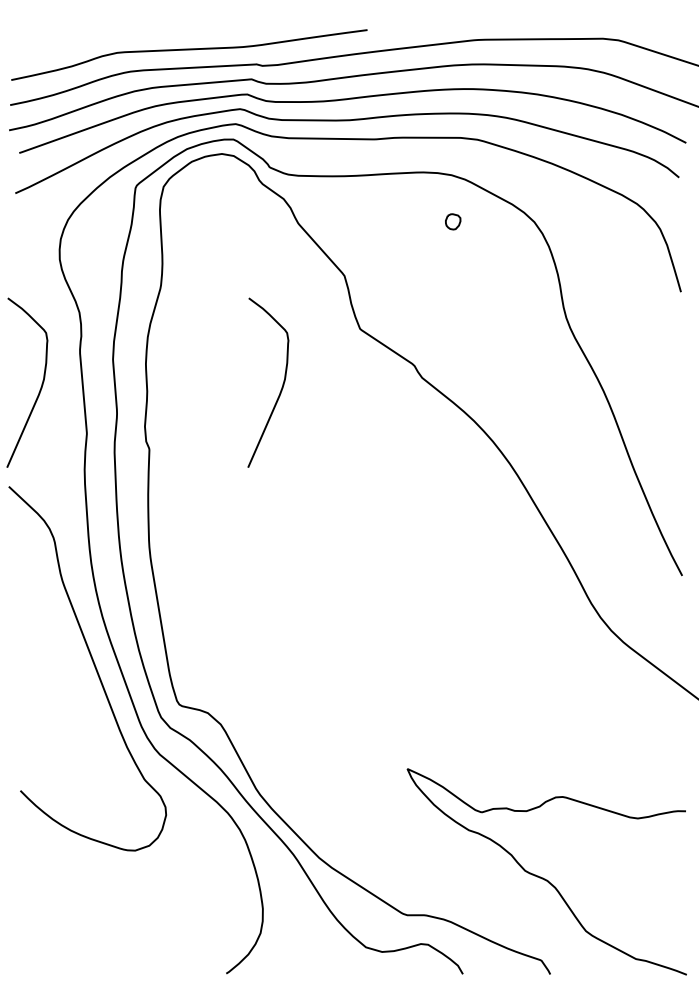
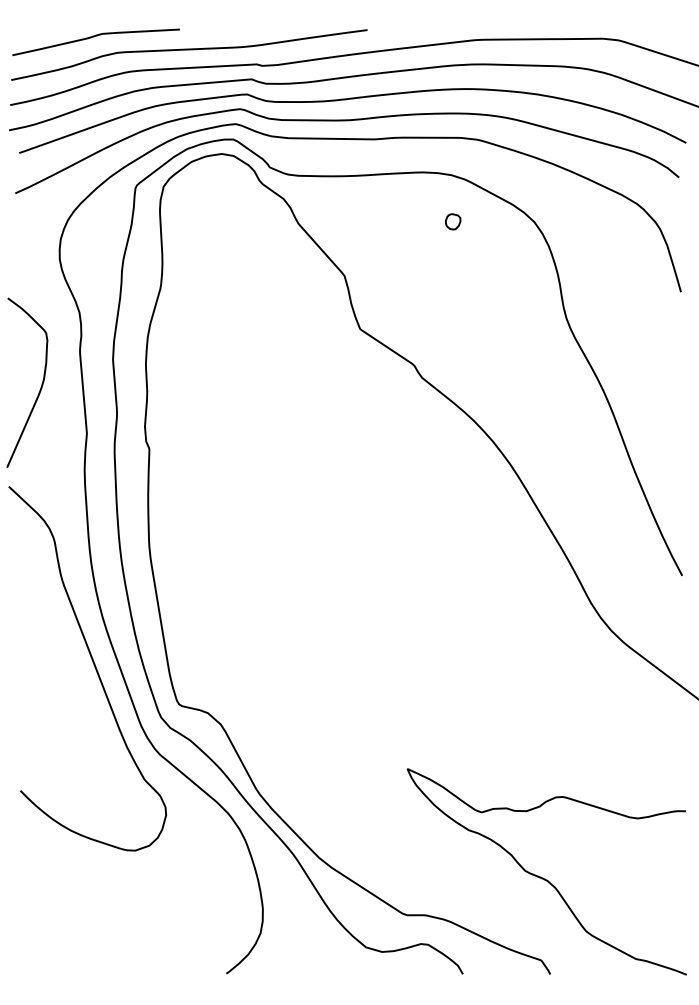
curve at (94, 37): none -> present
curve at (280, 389): present -> none
